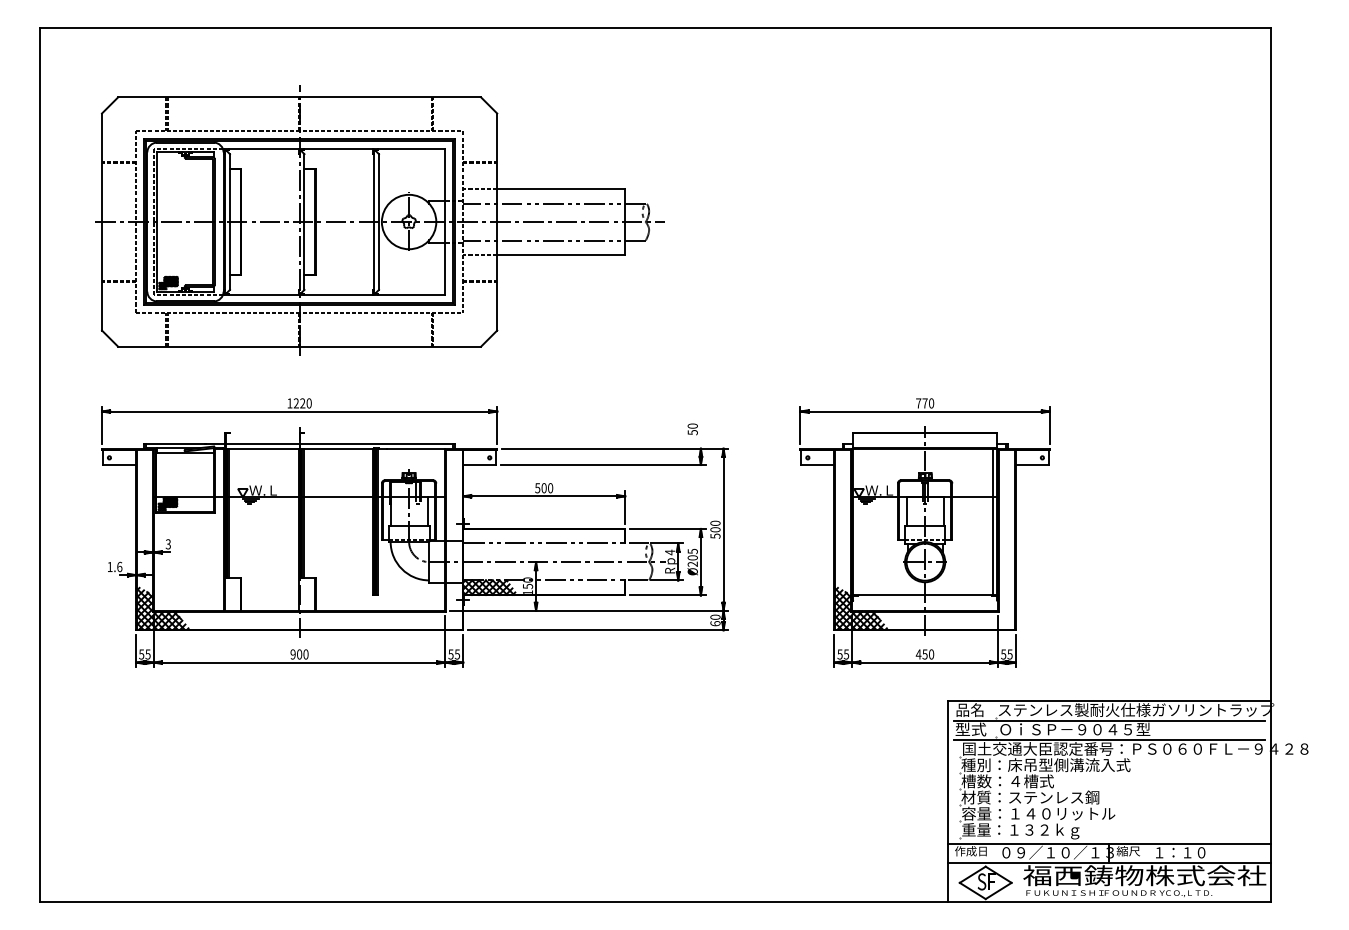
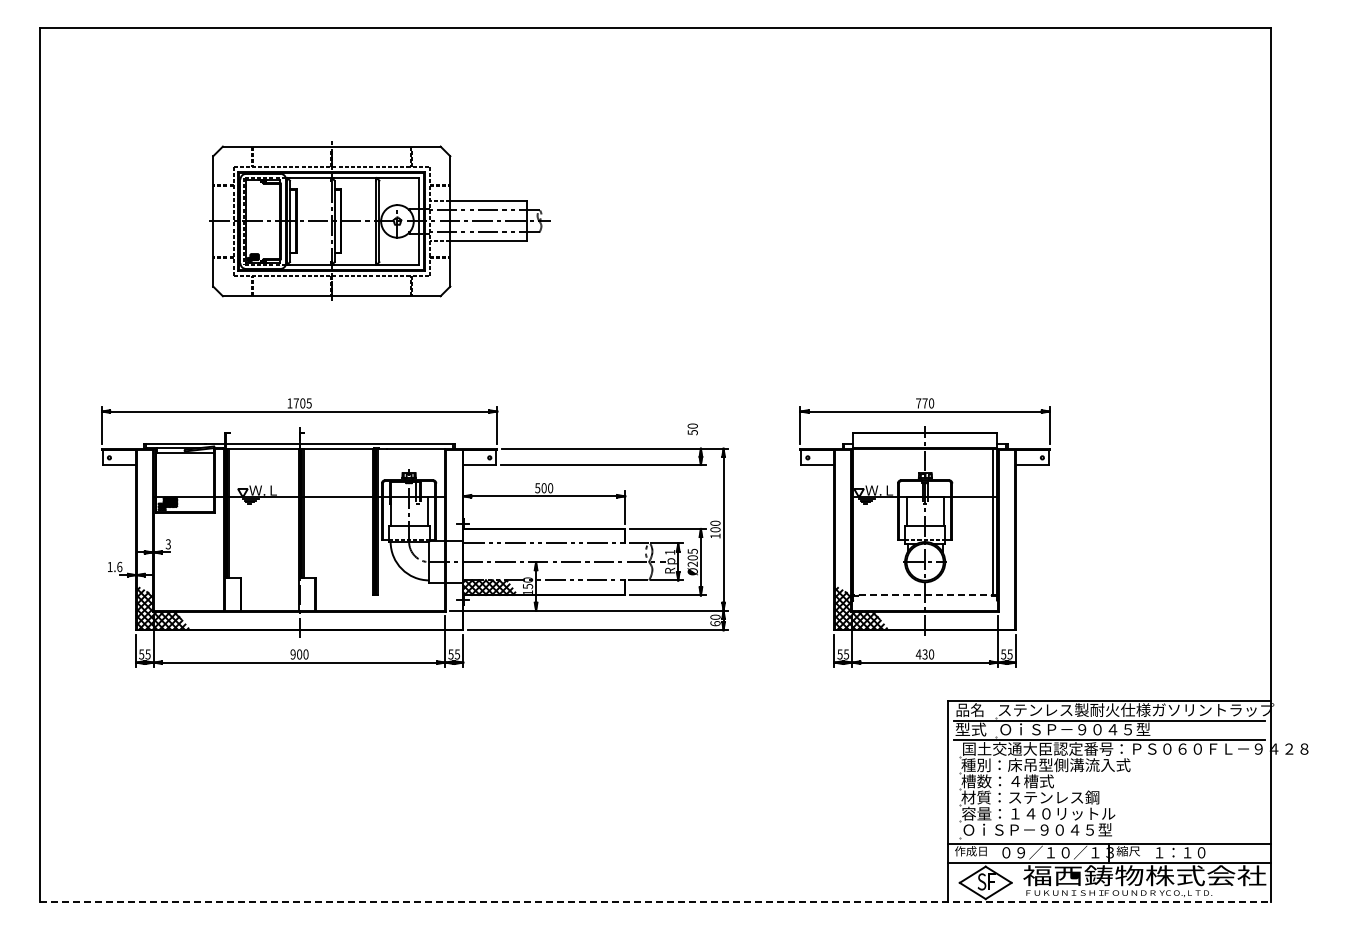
part at (379, 220) size: 570x271 px -> 342x160 px
text at (302, 403): 1220 -> 1705
text at (715, 535): 500 -> 100
text at (670, 552): 4 -> 1
line at (925, 594): solid -> dashed
text at (924, 653): 450 -> 430
text at (1036, 831): 重量：１３２ｋｇ -> ＯｉＳＰ－９０４５型
line at (656, 902): solid -> dashed
